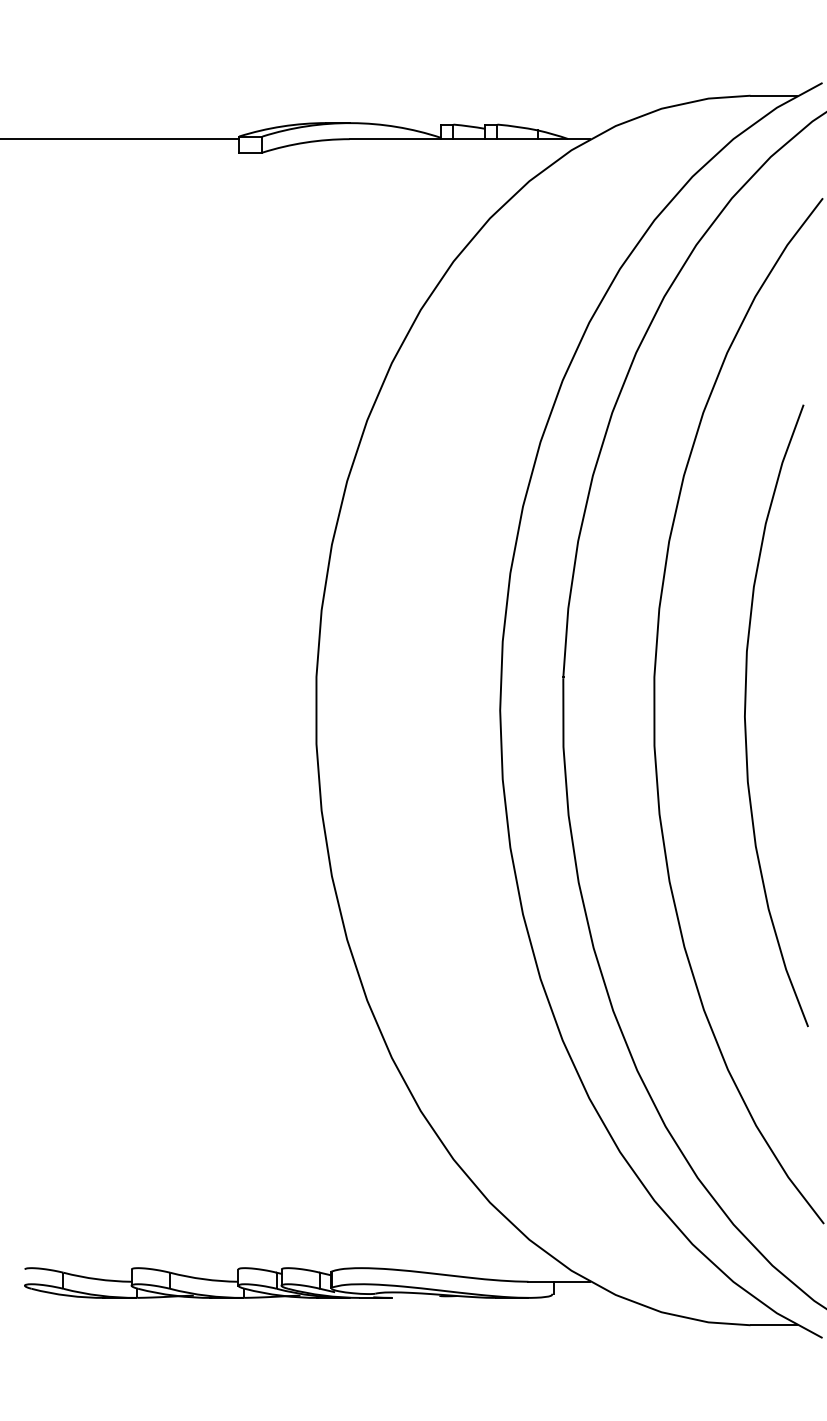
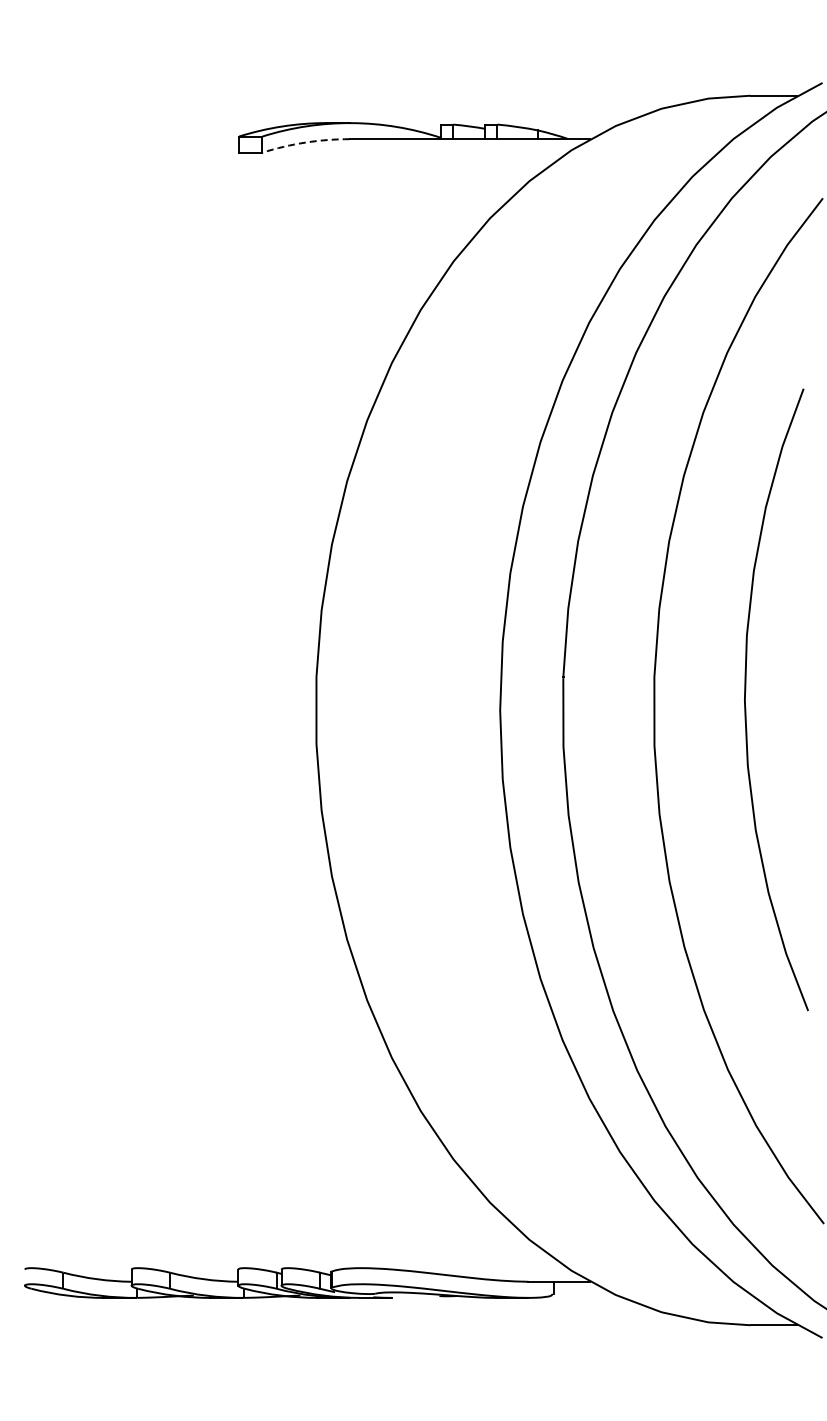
line at (120, 139): present -> none
arc at (305, 142): solid -> dashed
curve at (745, 715) position: (745, 715) -> (745, 699)
